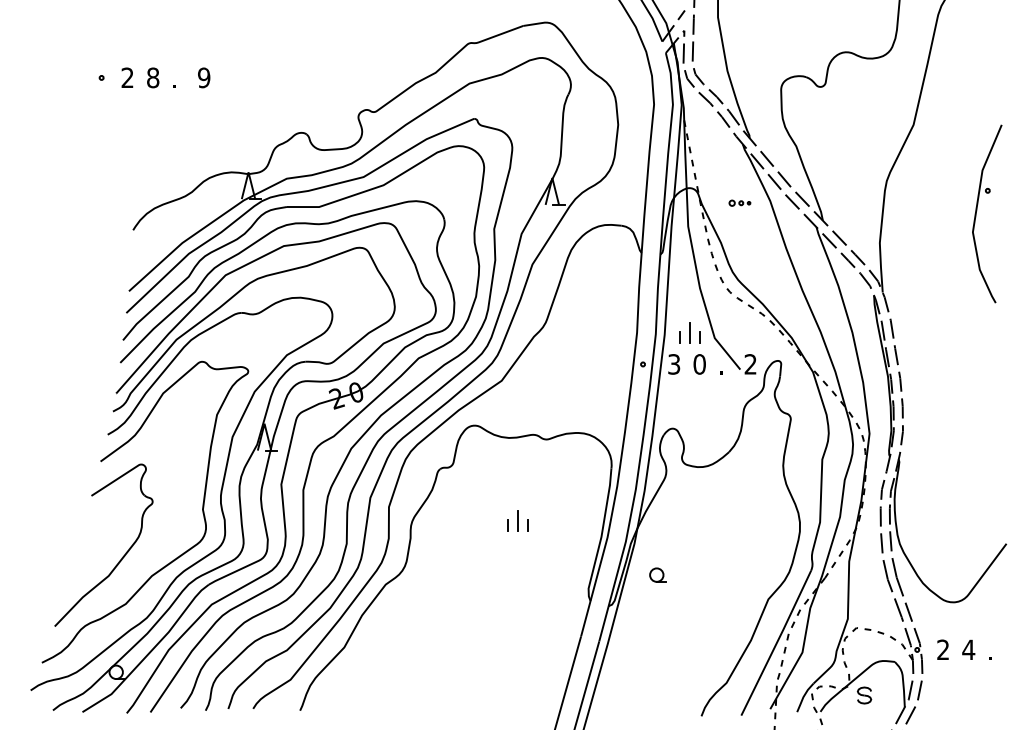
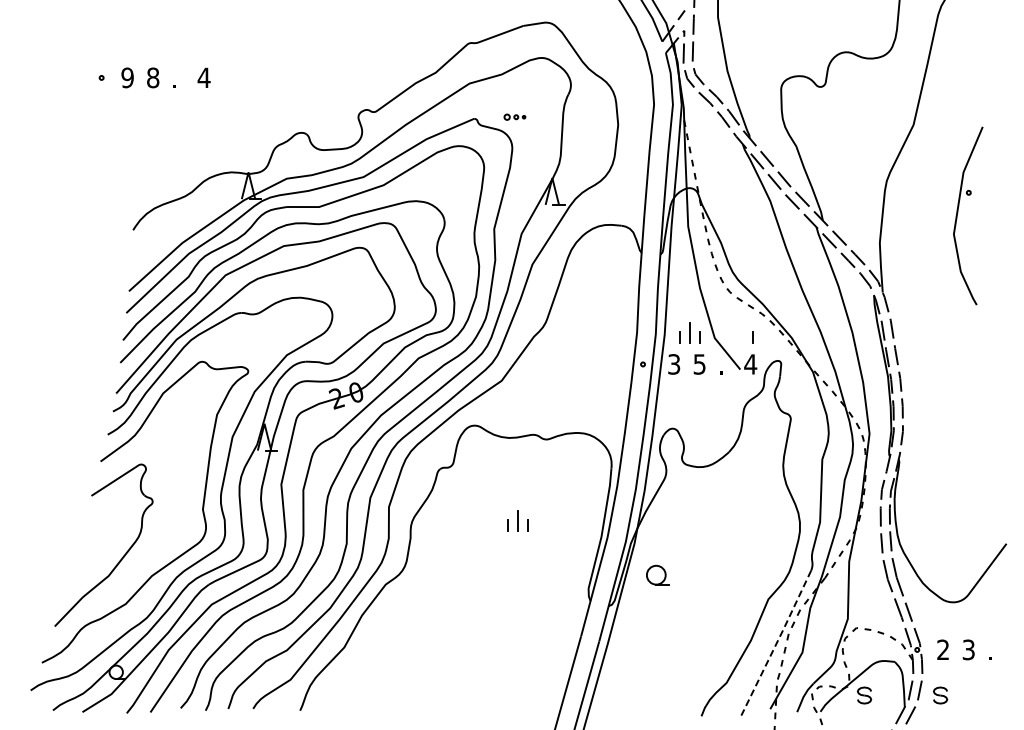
text at (127, 77): 2 -> 9
text at (203, 77): 9 -> 4
part at (739, 202) position: (739, 202) -> (514, 116)
part at (977, 210) position: (977, 210) -> (958, 212)
line at (752, 337): none -> present
text at (699, 364): 0 -> 5
text at (750, 364): 2 -> 4
part at (657, 574) size: 18x16 px -> 24x22 px
line at (776, 643): solid -> dashed
text at (968, 649): 4 -> 3
part at (940, 695): none -> present
